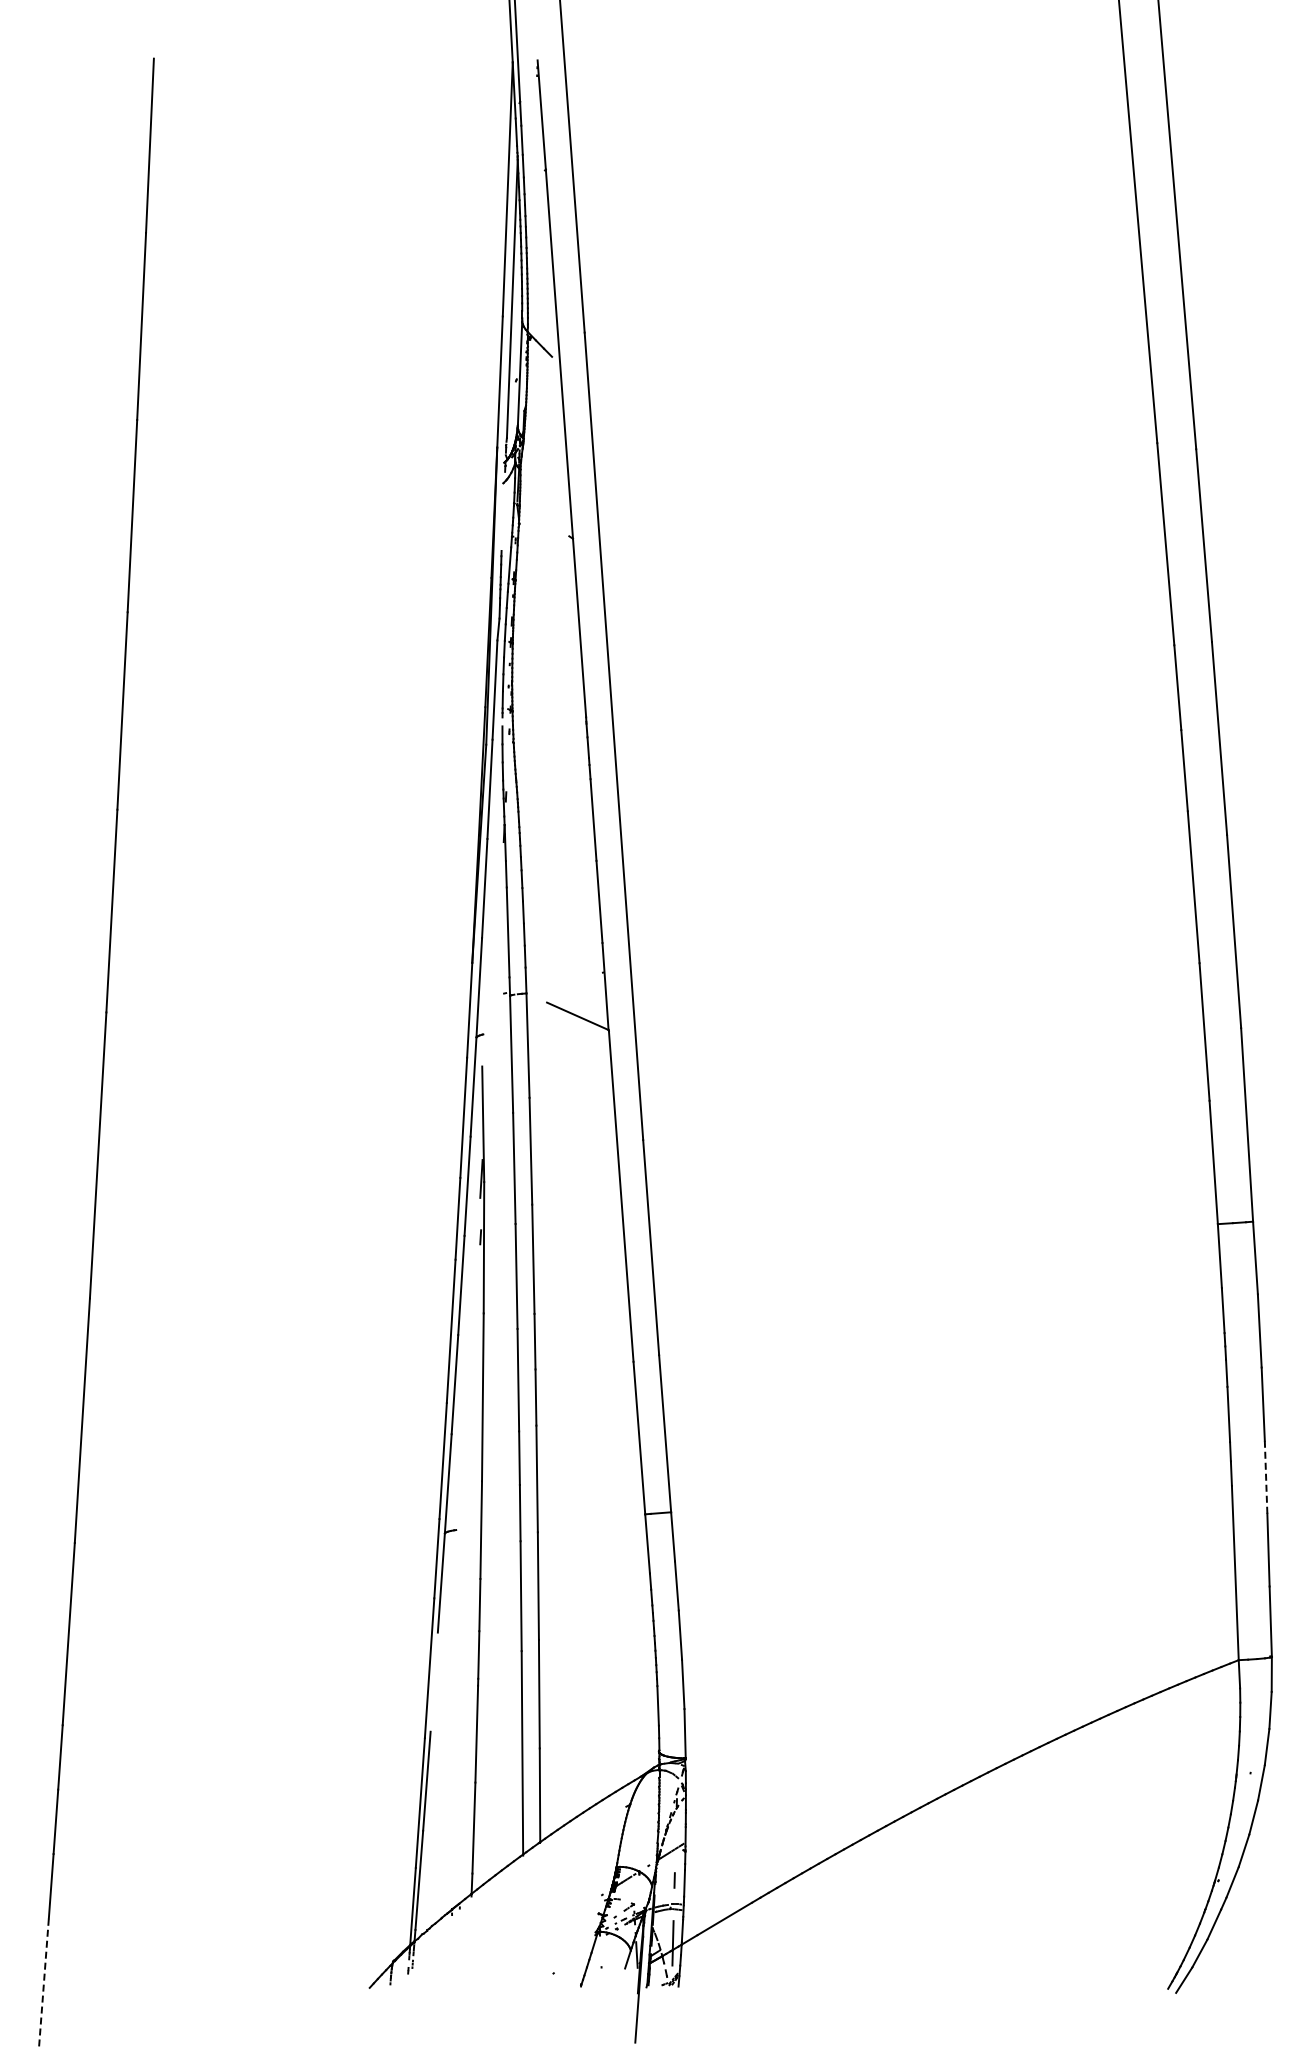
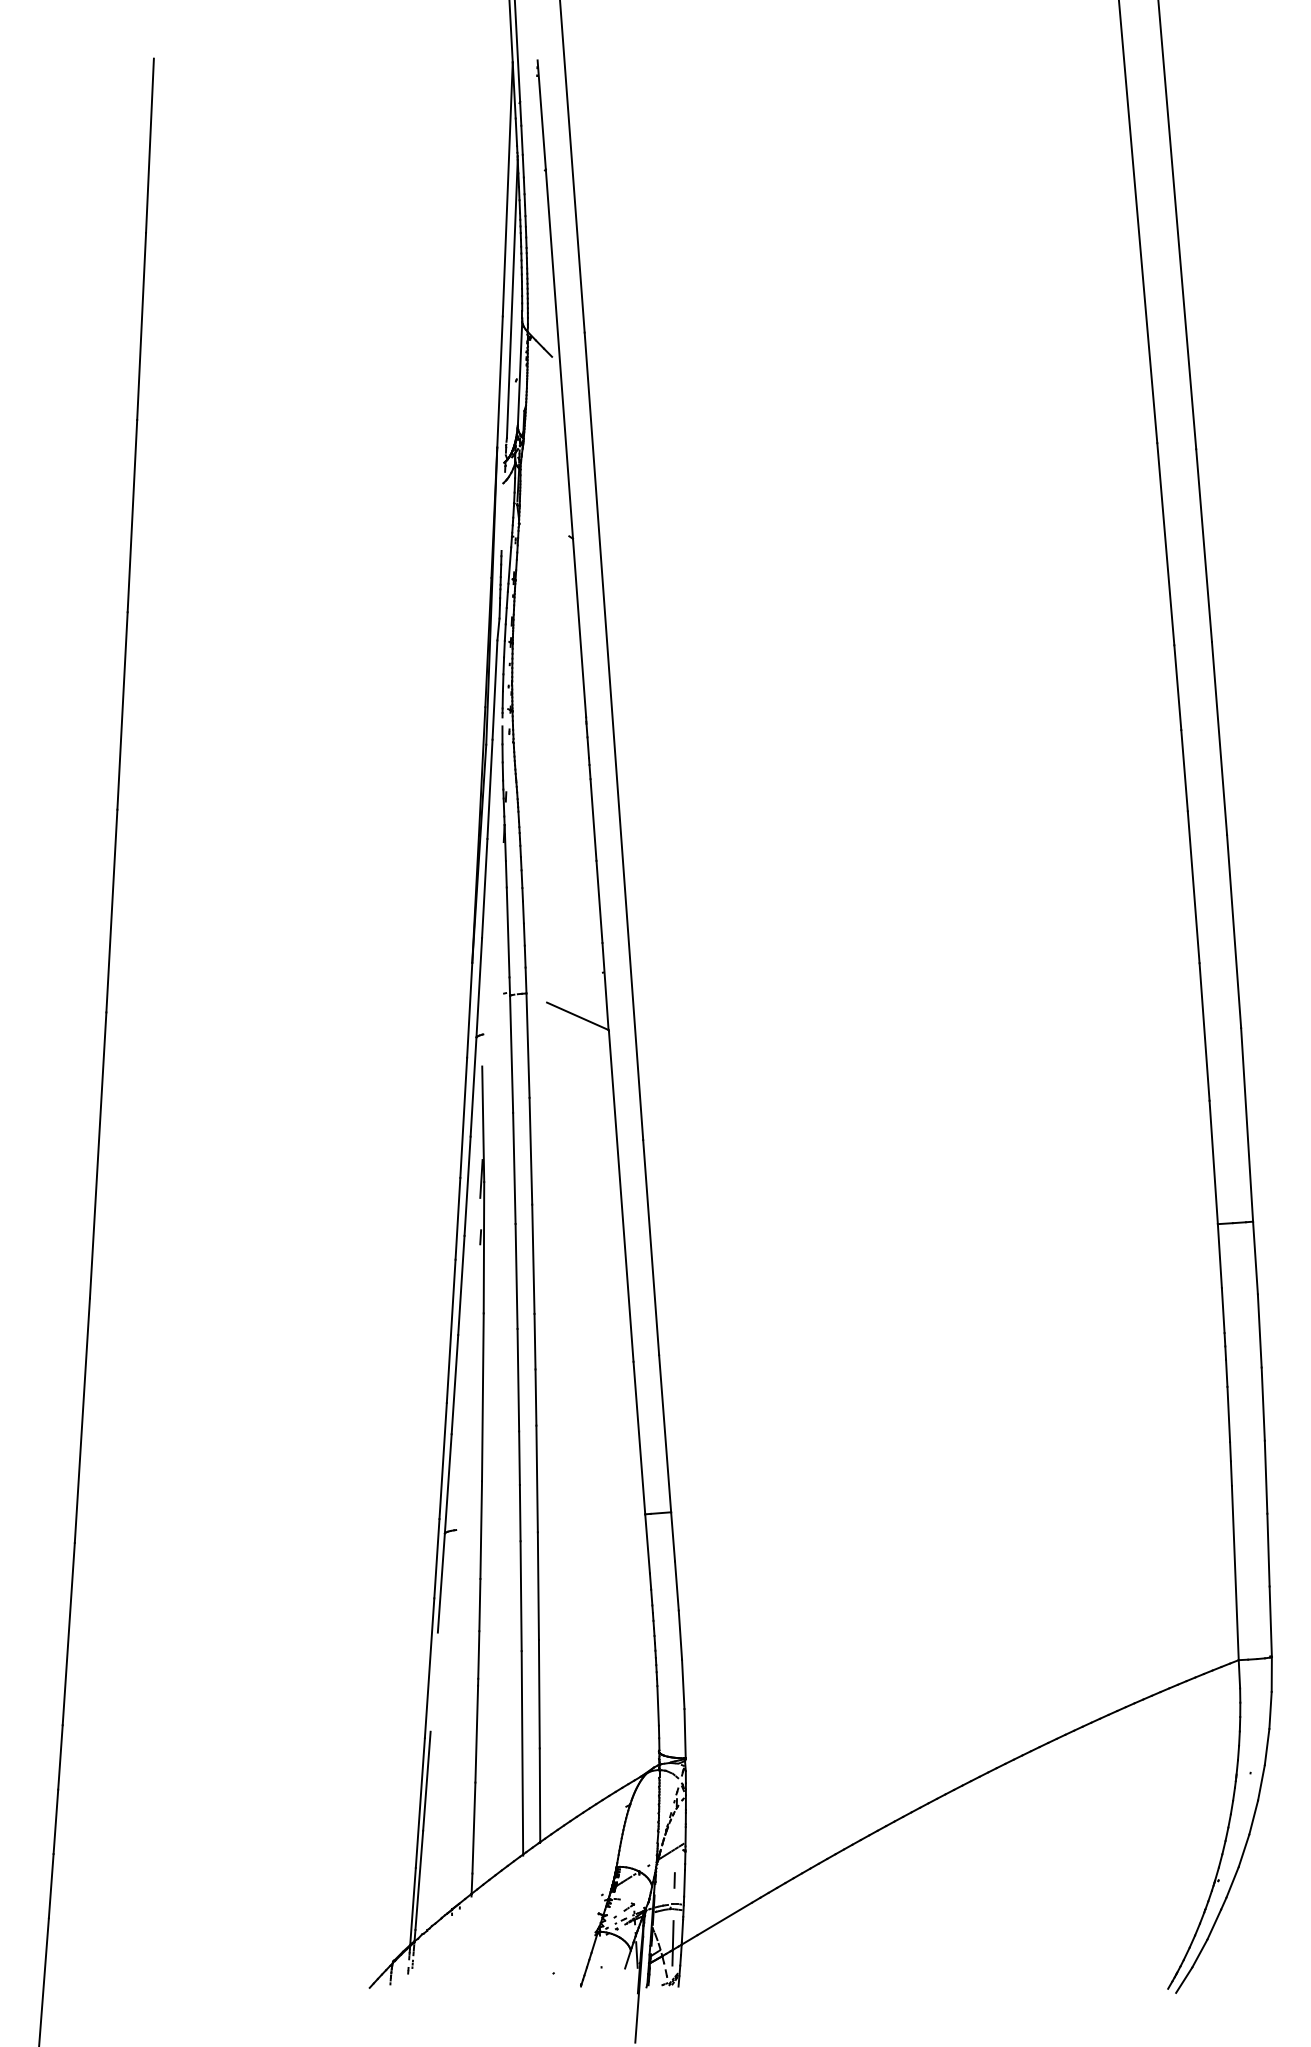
line at (1266, 1477): dashed -> solid
line at (44, 1981): dashed -> solid
